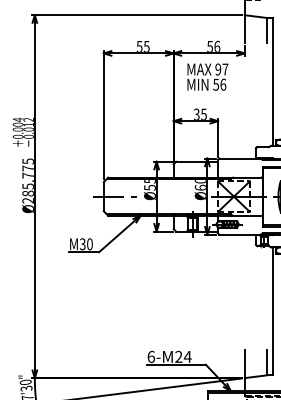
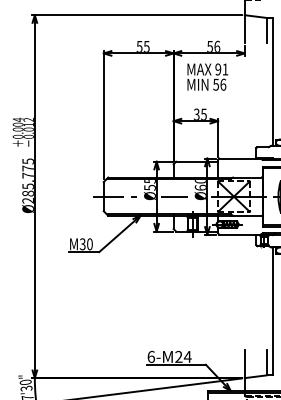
text at (225, 69): 97 -> 91
line at (174, 196): none -> present
